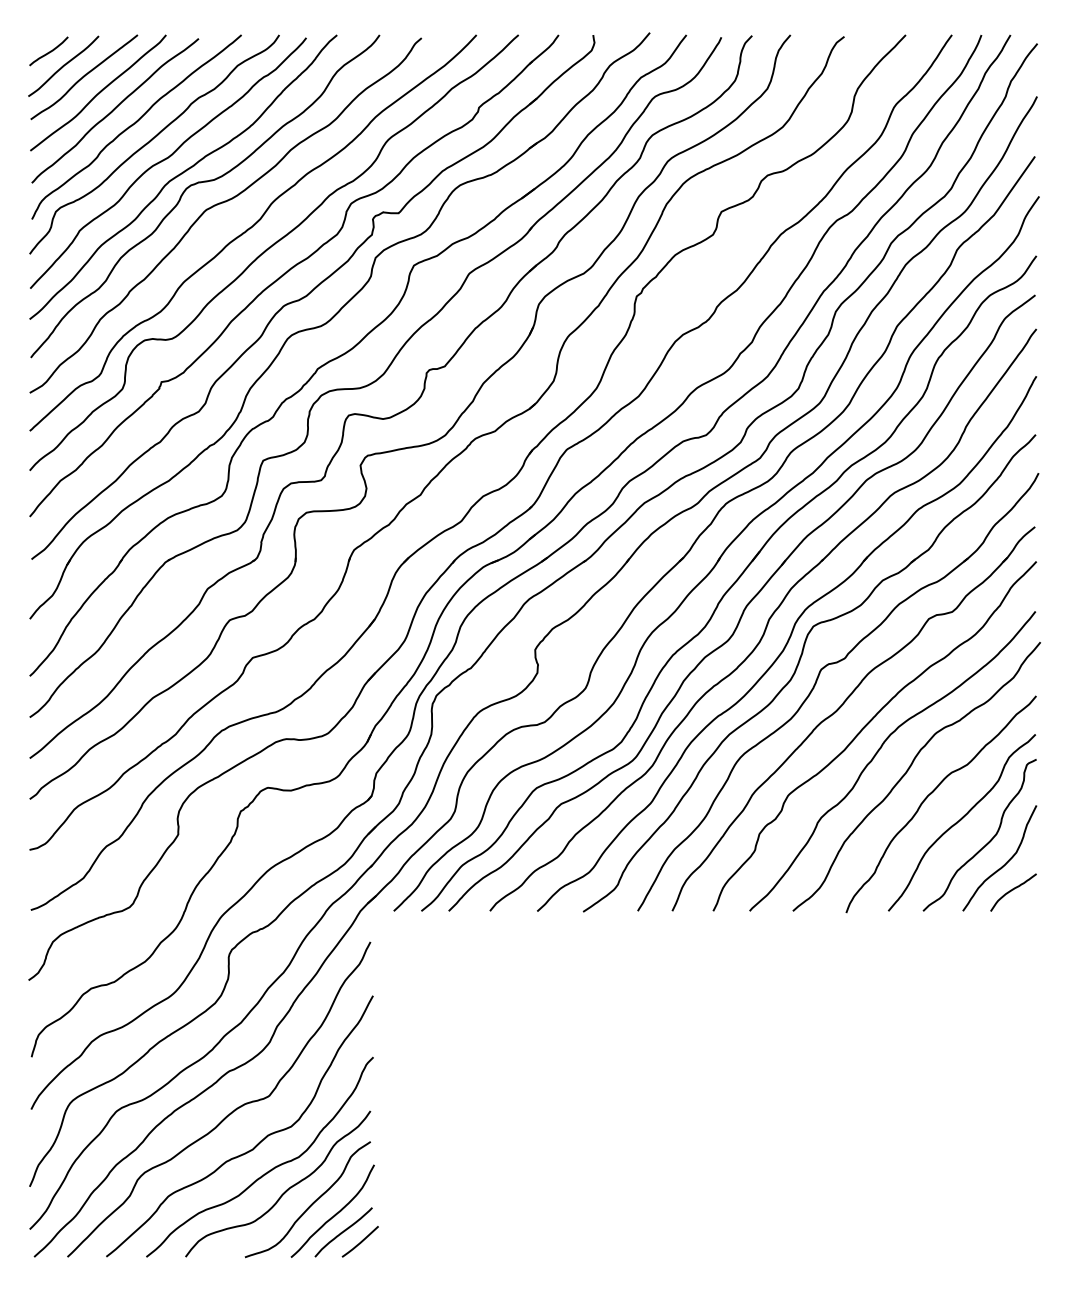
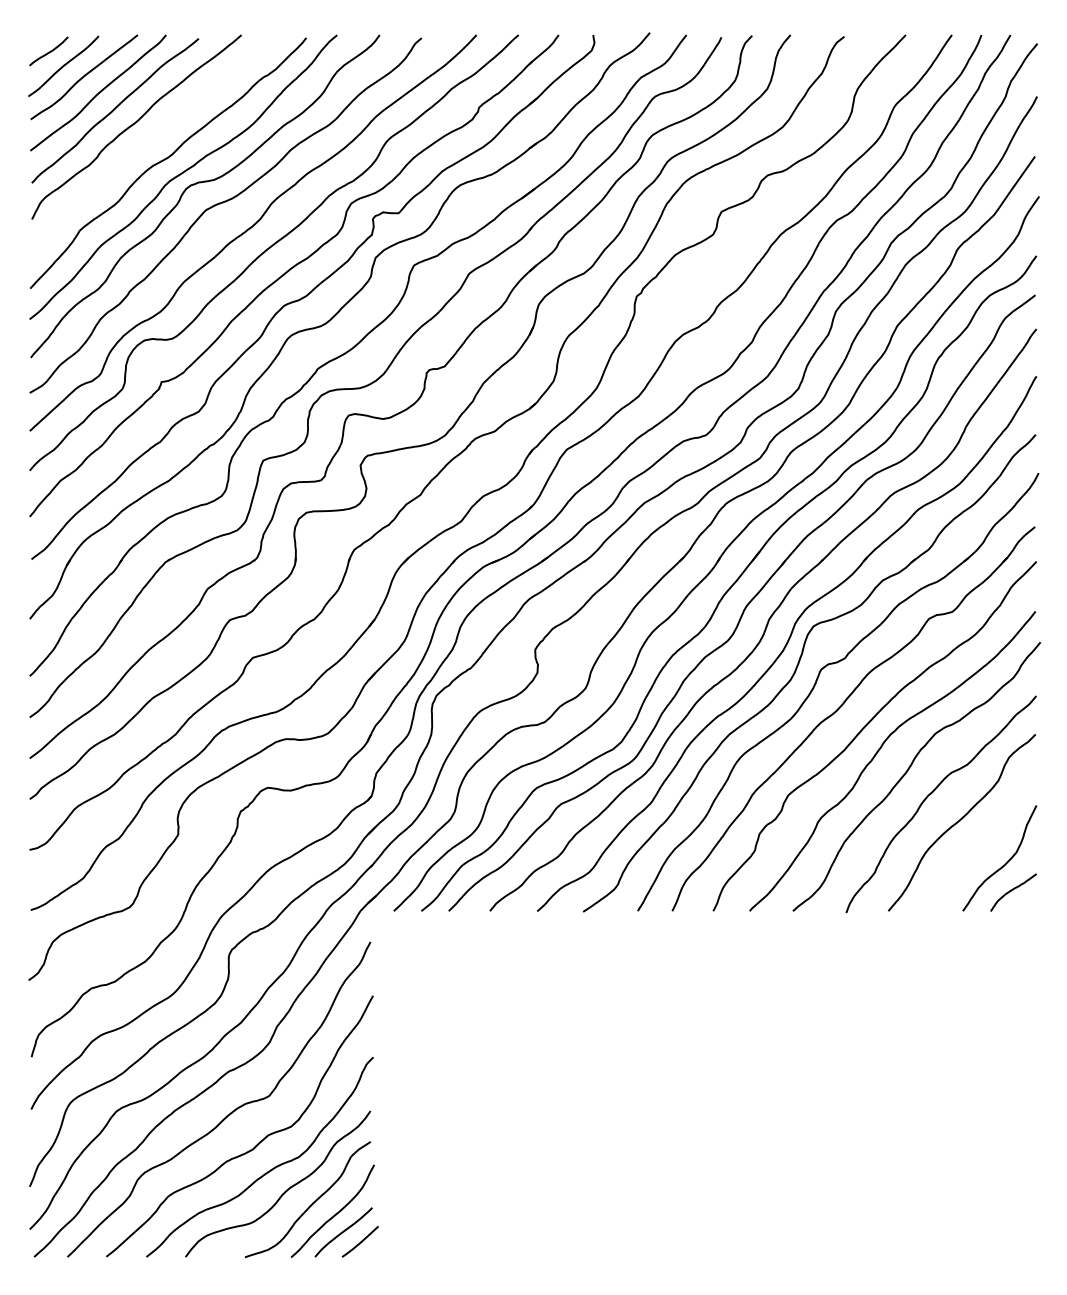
curve at (151, 141): present -> none
curve at (987, 842): present -> none
